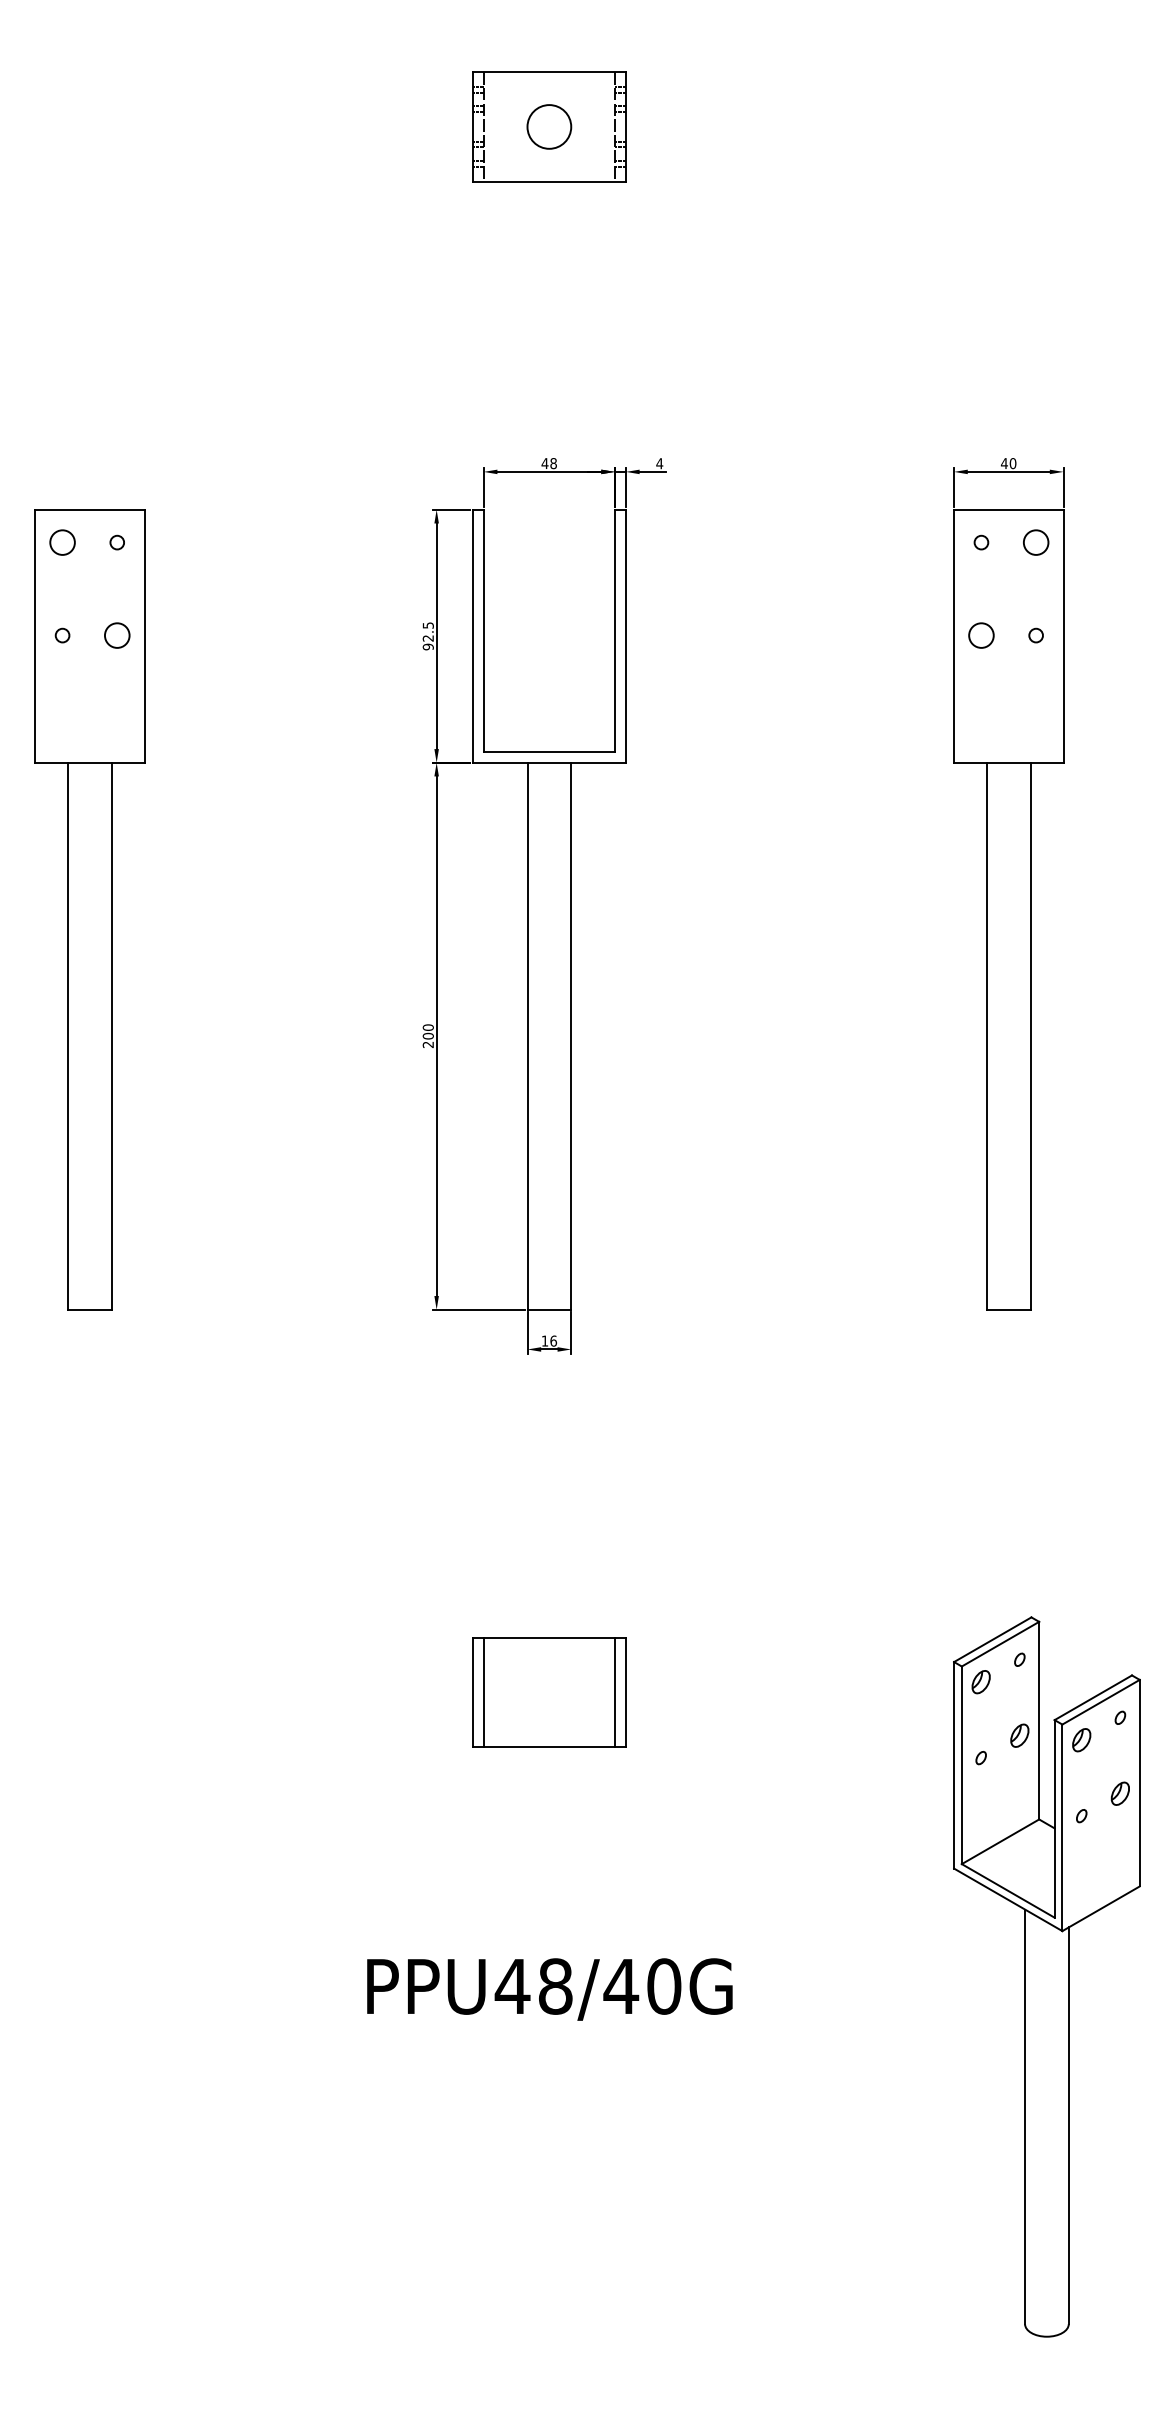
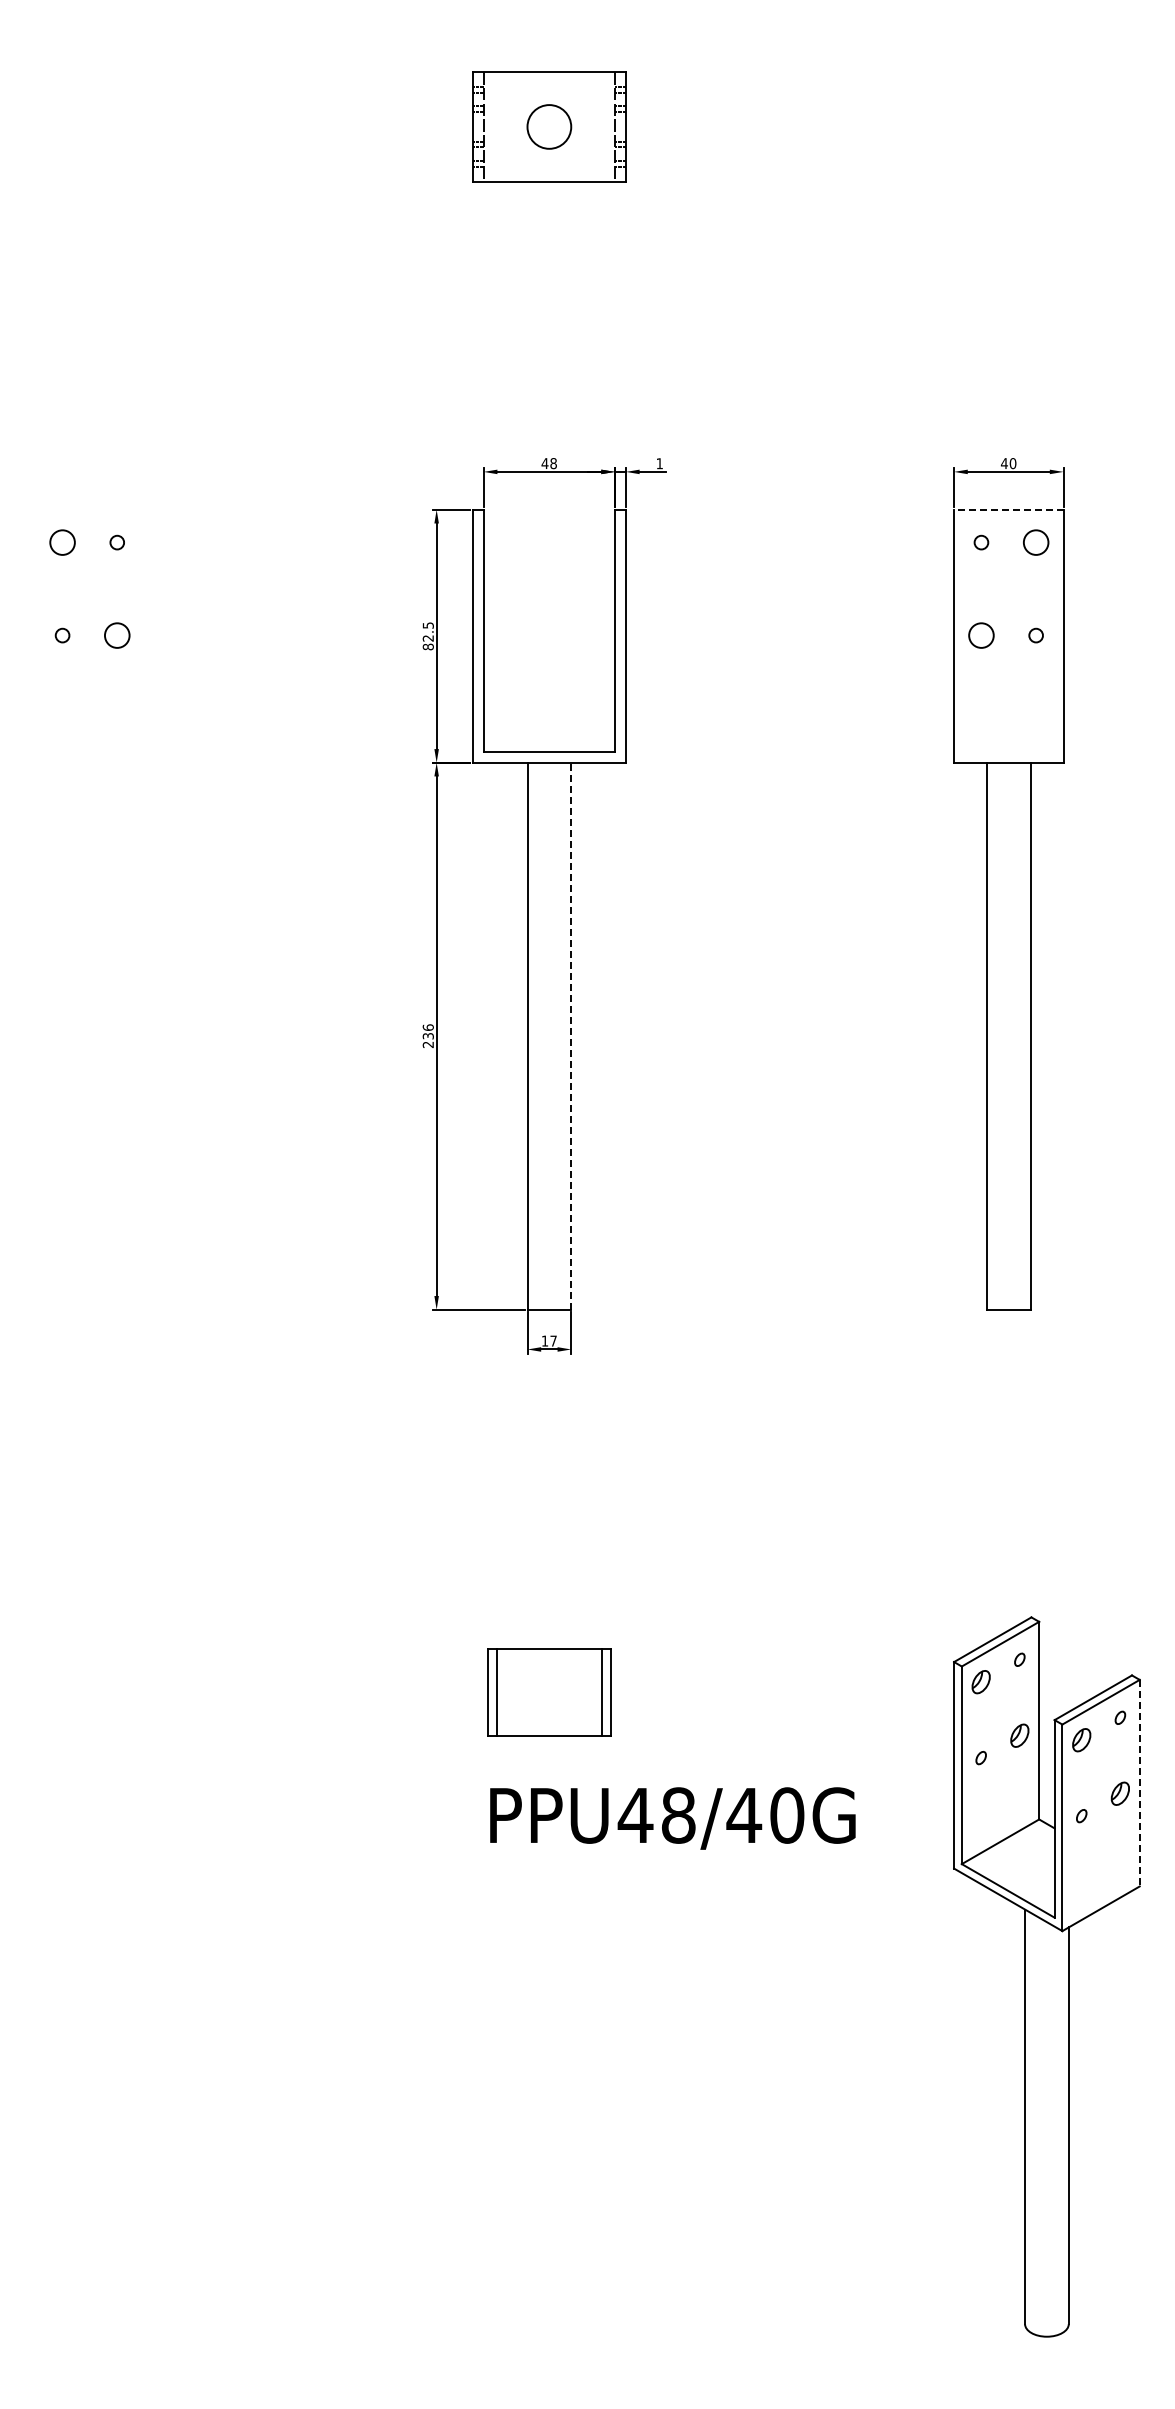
text at (659, 463): 4 -> 1
line at (1008, 509): solid -> dashed
text at (428, 646): 92.5 -> 82.5
part at (89, 909): present -> none
text at (427, 1031): 200 -> 236
line at (571, 1035): solid -> dashed
text at (553, 1340): 16 -> 17
part at (549, 1692) size: 155x111 px -> 125x89 px
line at (1139, 1783): solid -> dashed
text at (549, 1989) position: (549, 1989) -> (672, 1818)
